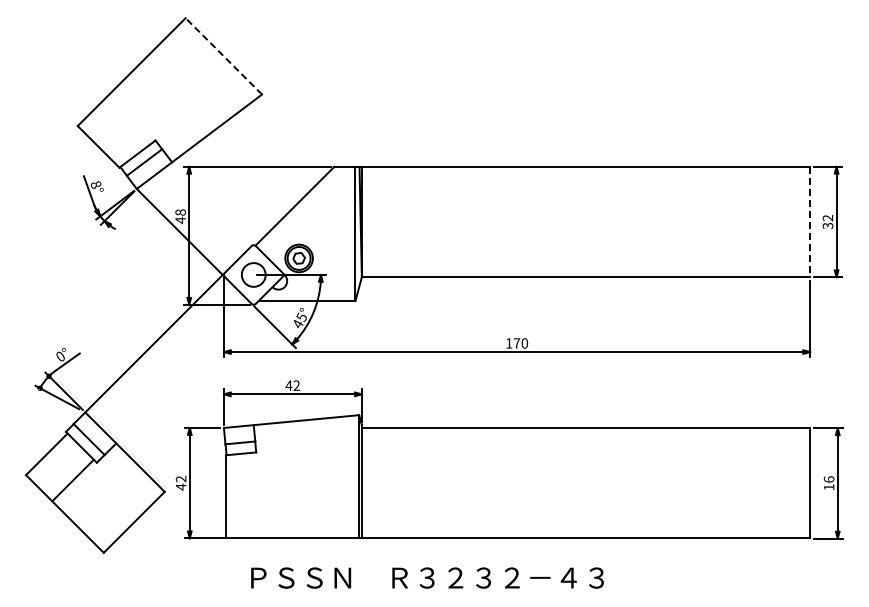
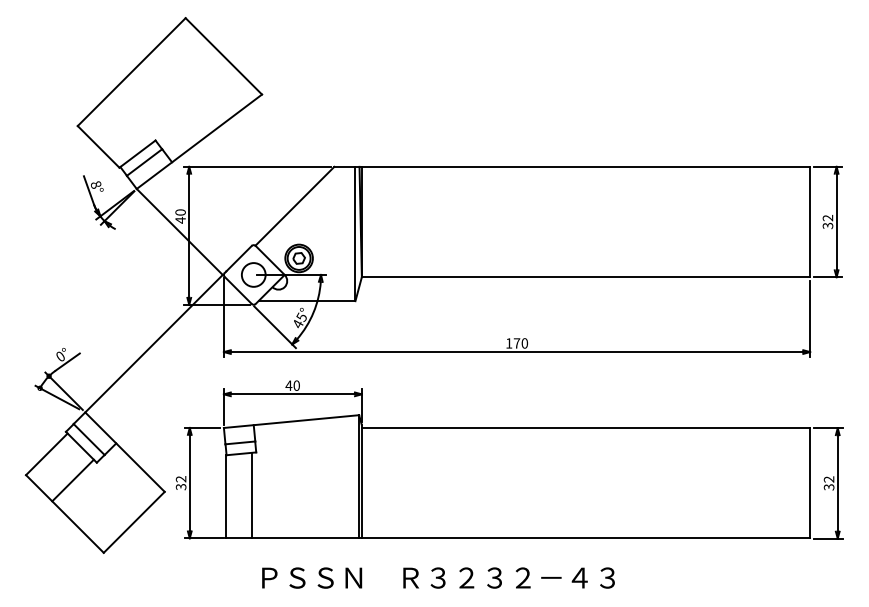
line at (223, 56): dashed -> solid
text at (180, 212): 48 -> 40
line at (810, 222): dashed -> solid
text at (296, 385): 42 -> 40
text at (828, 483): 16 -> 32
text at (180, 486): 42 -> 32
line at (252, 495): none -> present
text at (427, 577) position: (427, 577) -> (438, 577)
